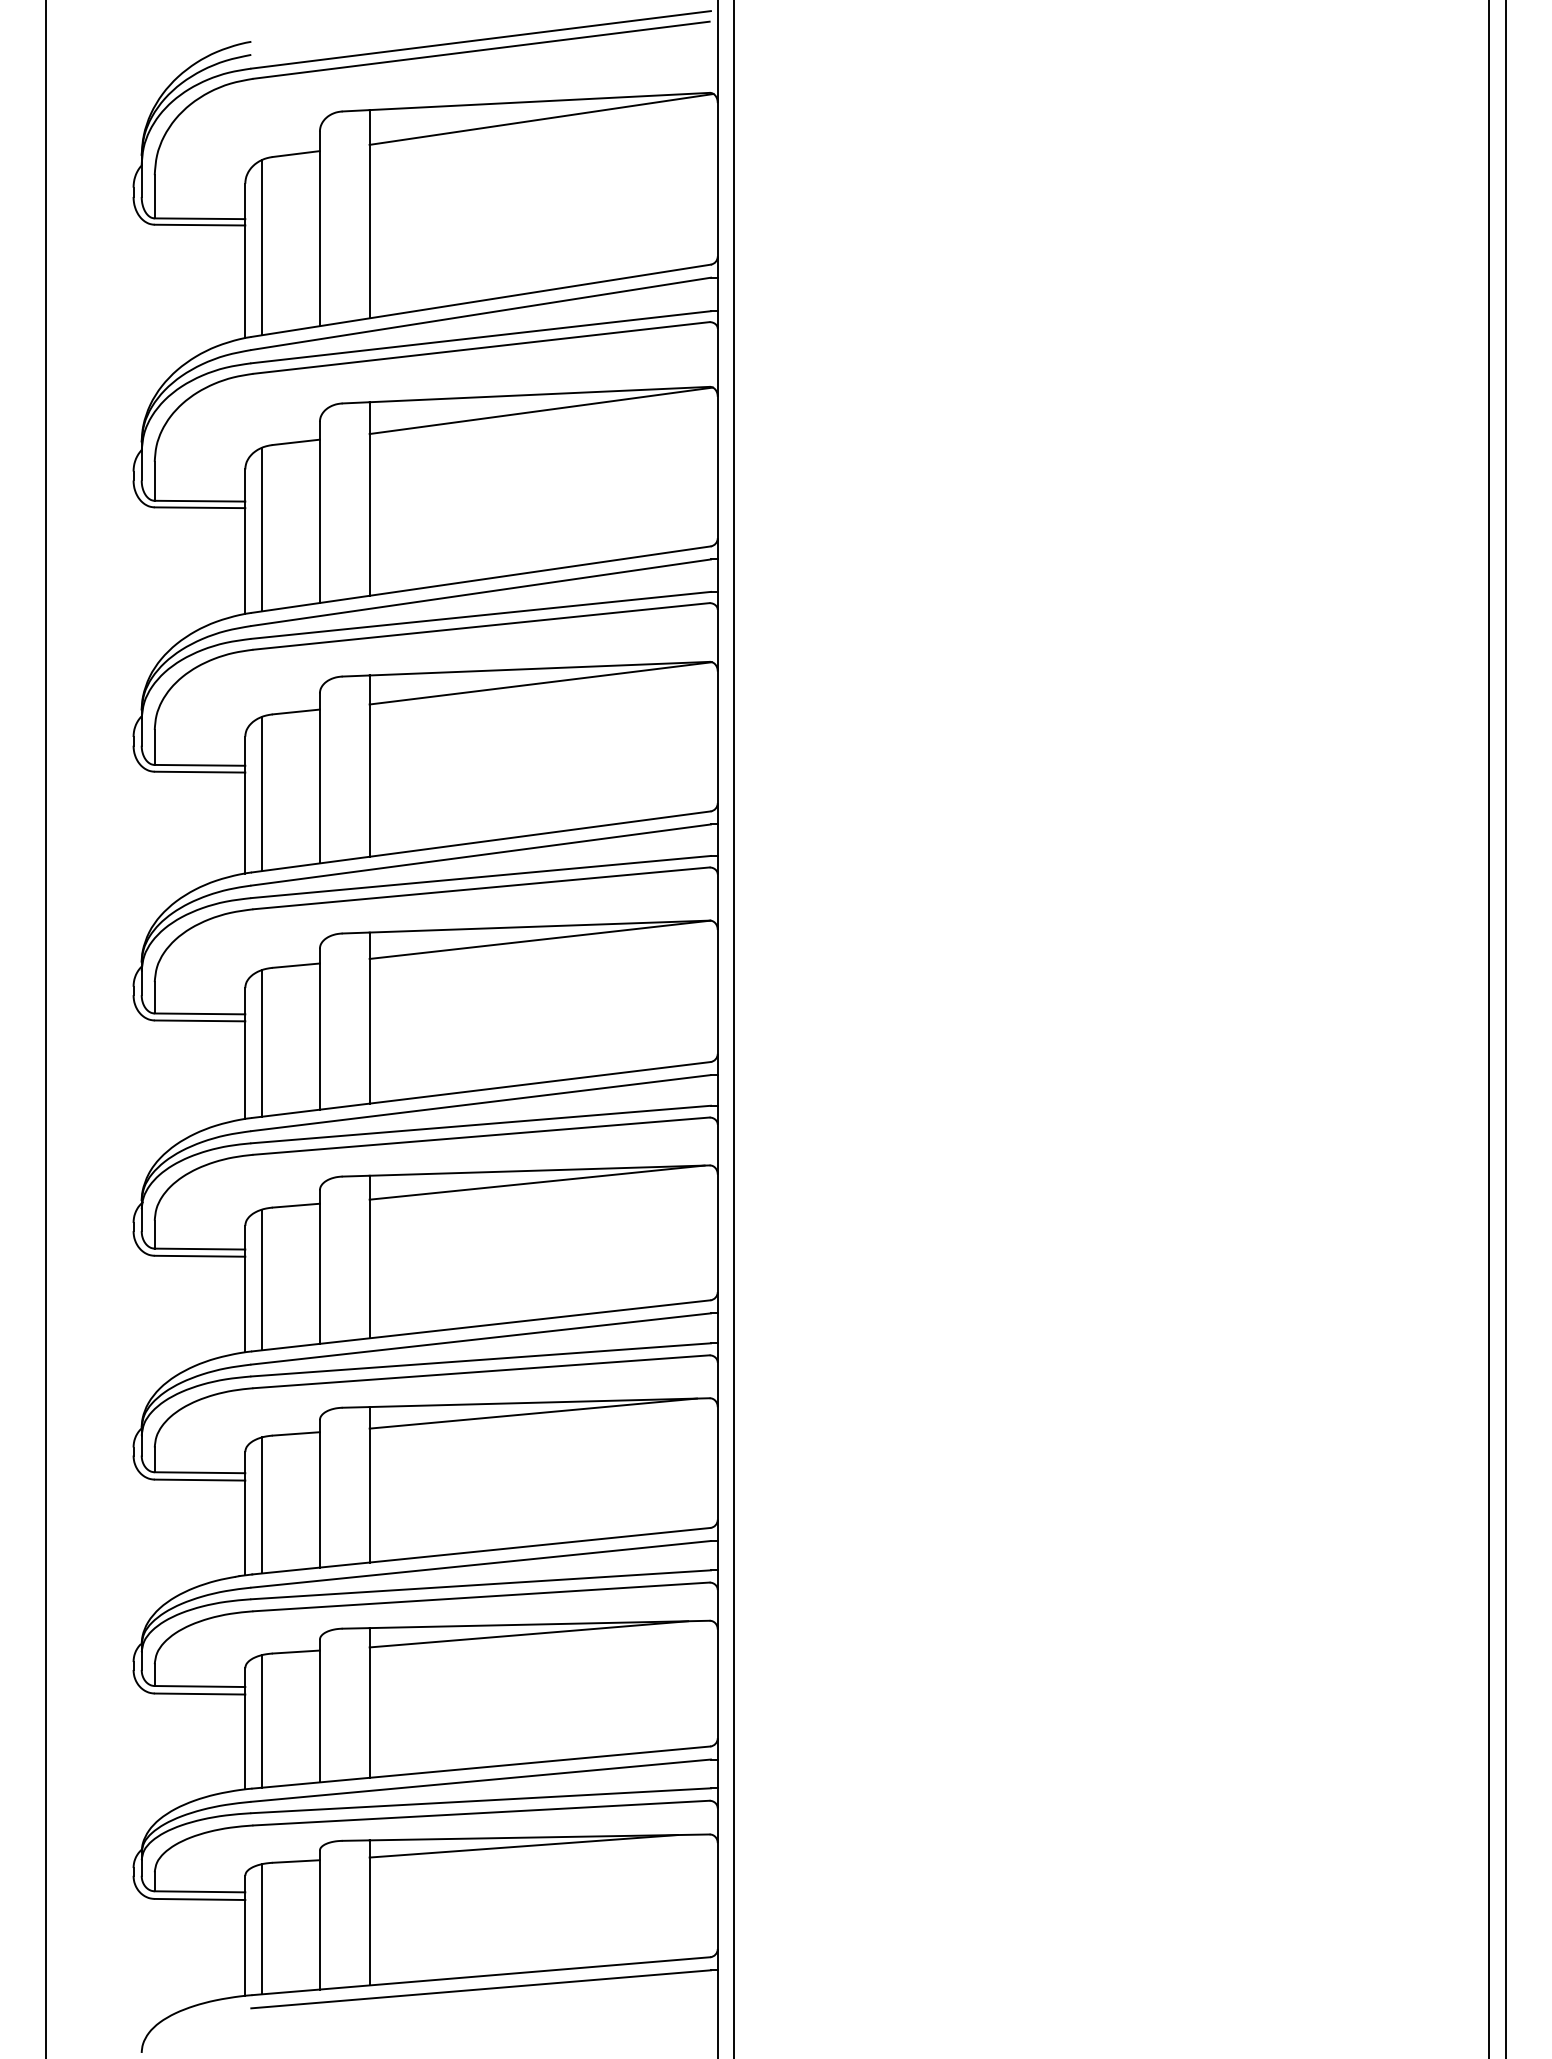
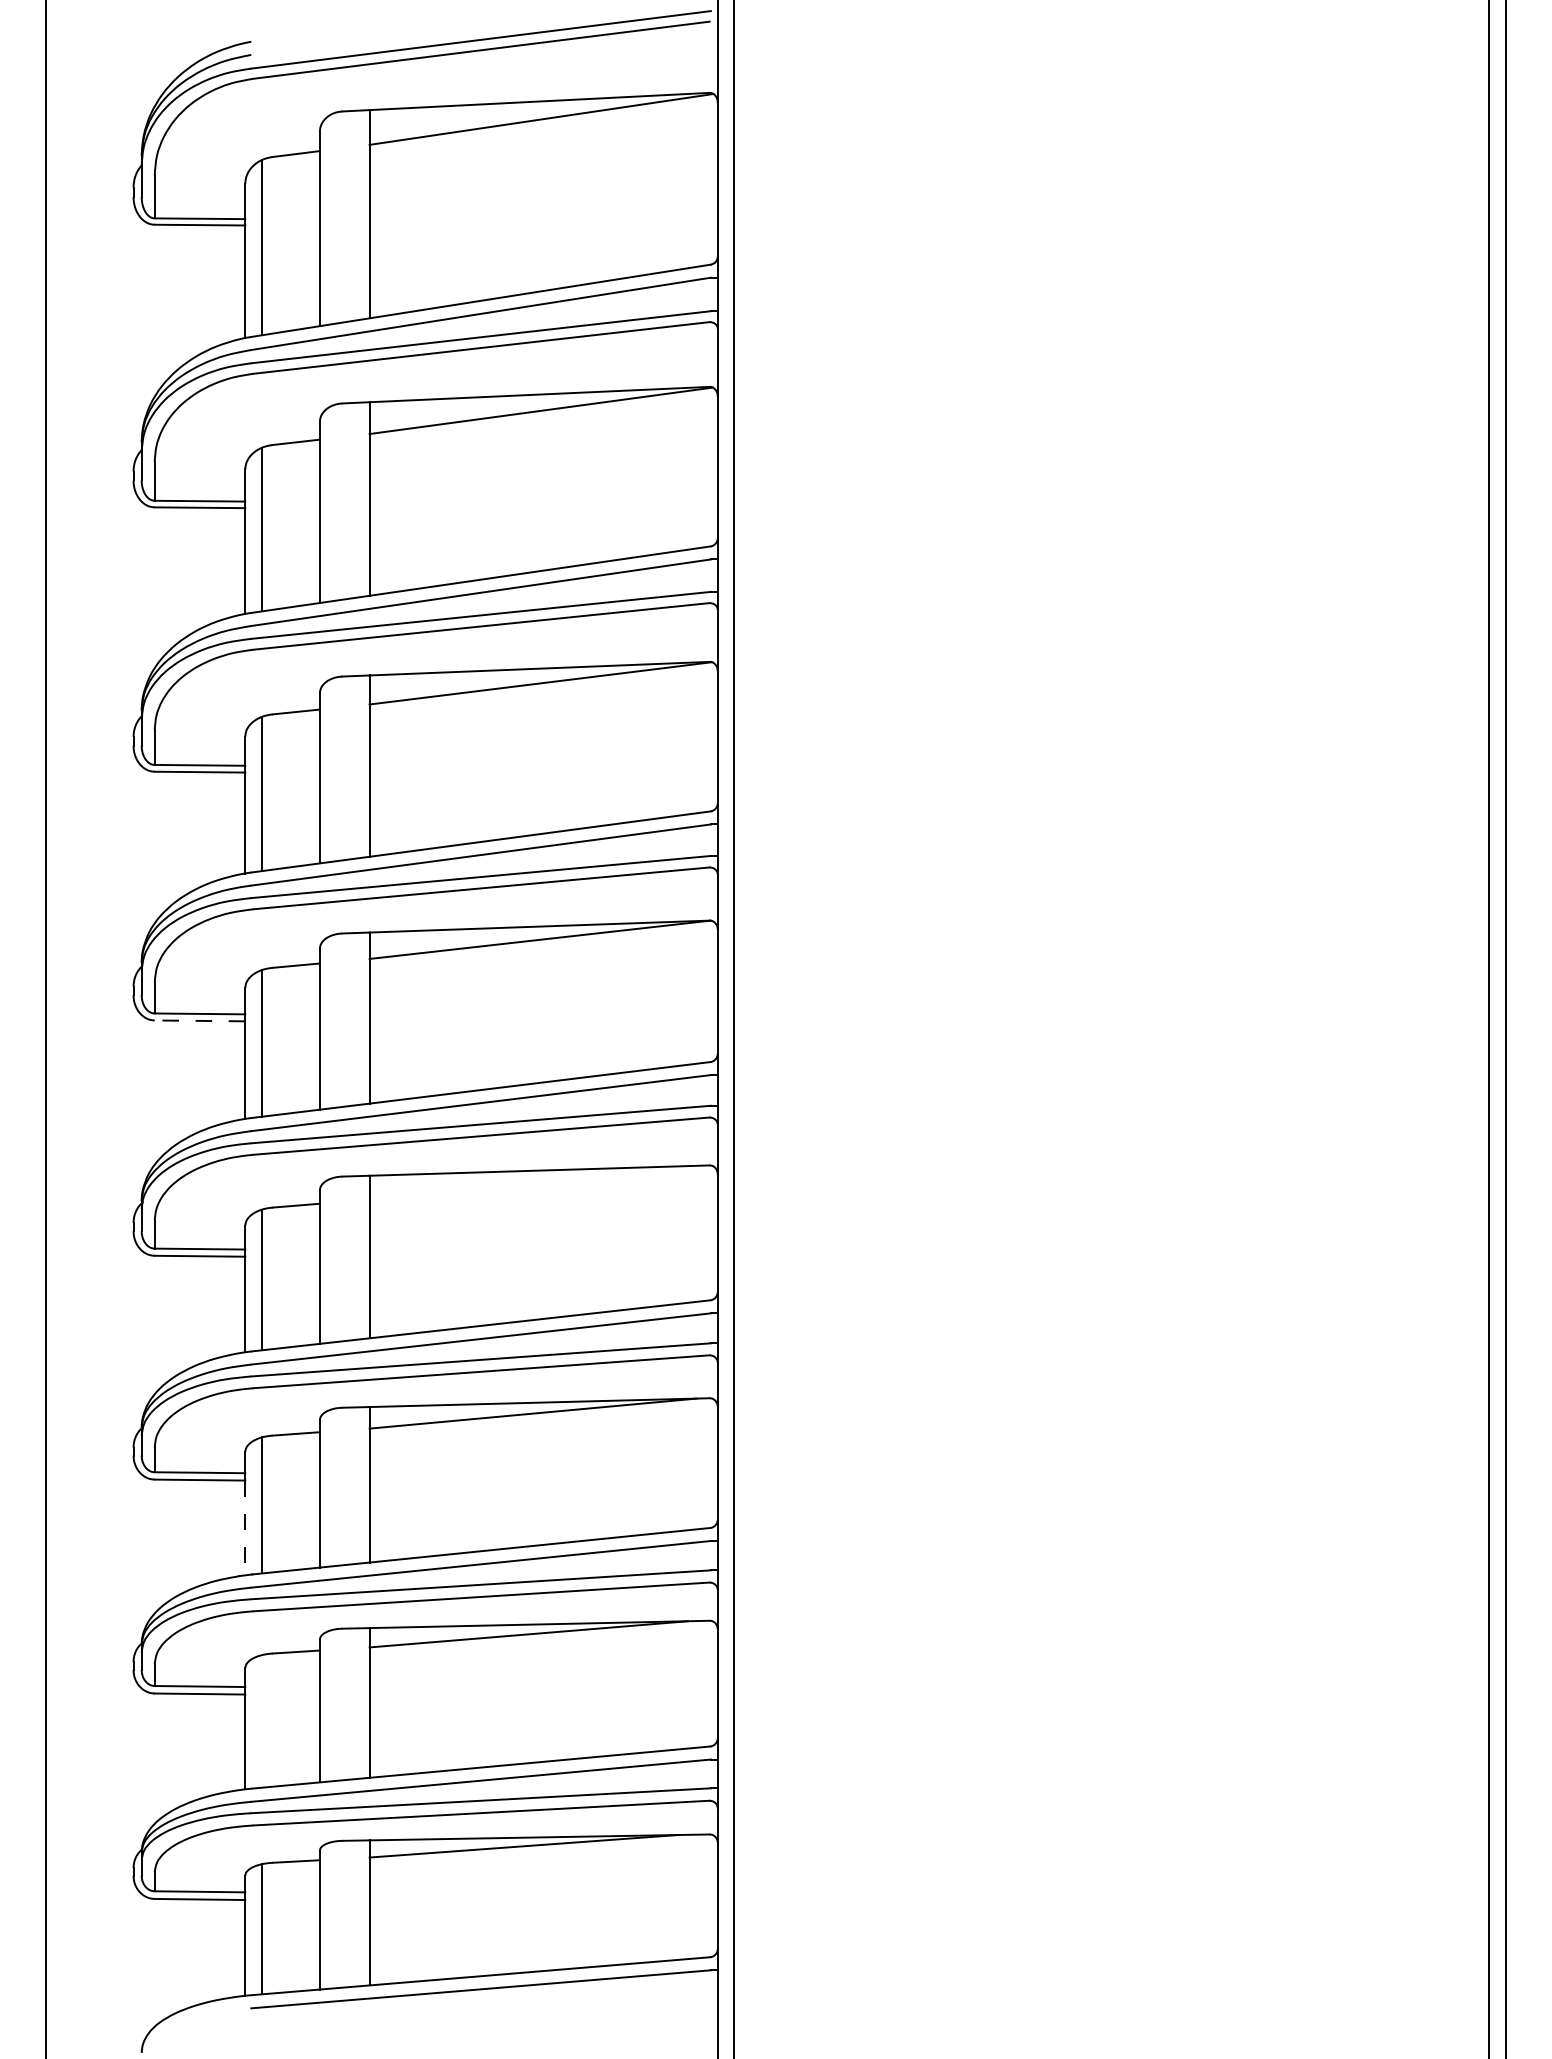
line at (199, 1020): solid -> dashed
line at (536, 1182): present -> none
line at (245, 1528): solid -> dashed
line at (261, 1721): present -> none
